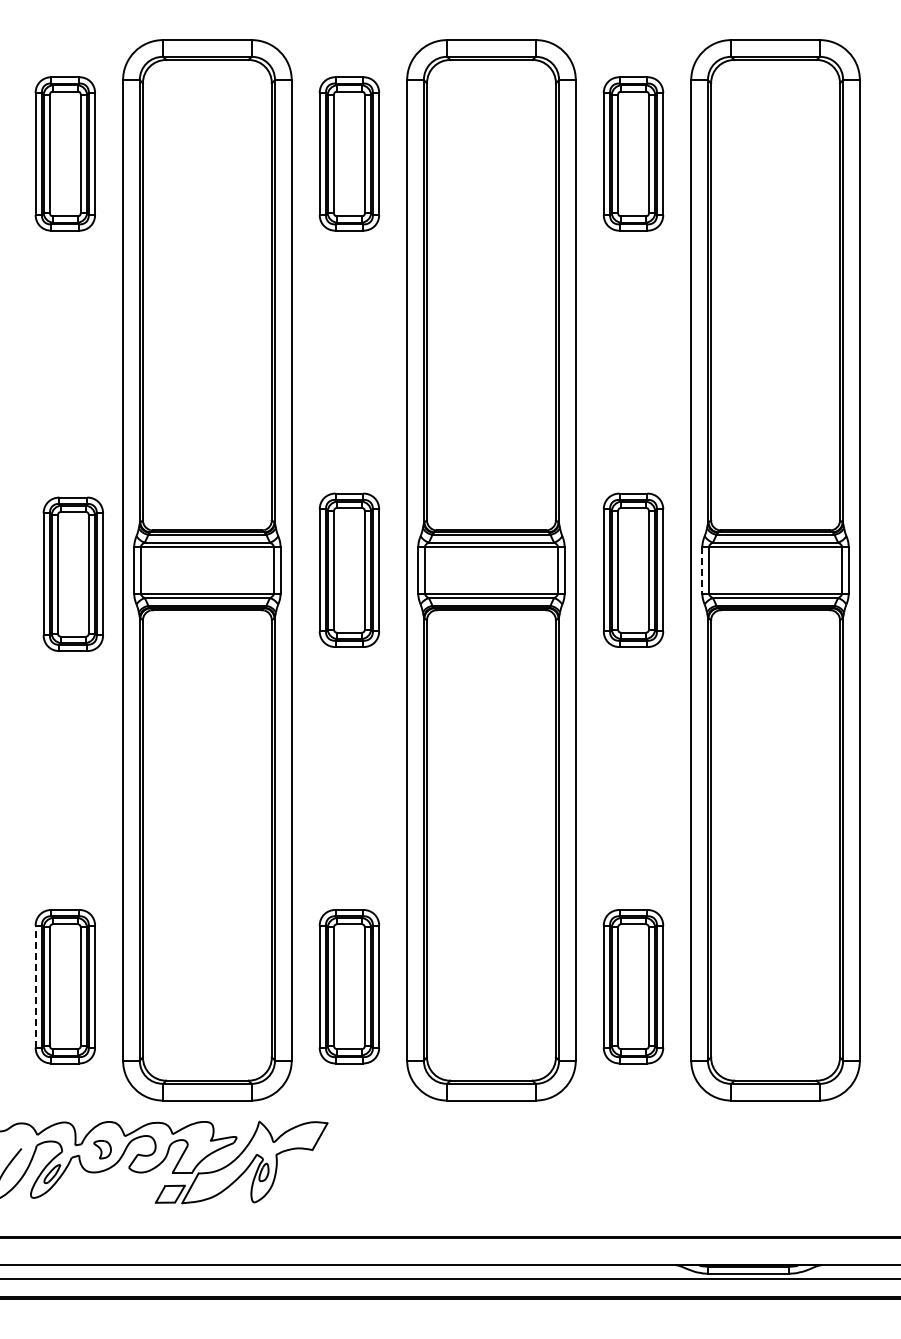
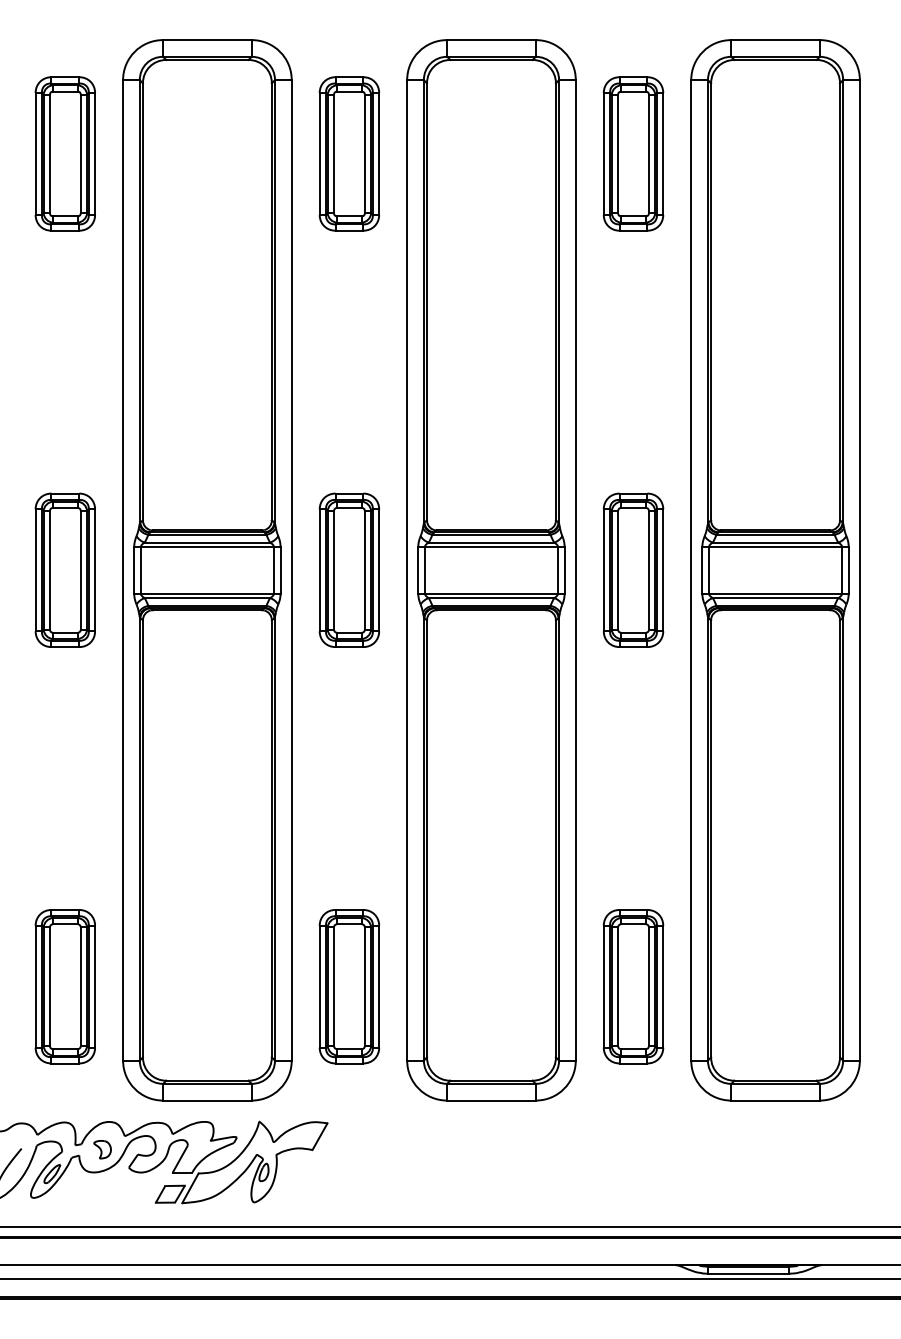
line at (702, 570): dashed -> solid
part at (72, 573) position: (72, 573) -> (64, 569)
line at (35, 986): dashed -> solid
line at (449, 1226): none -> present
